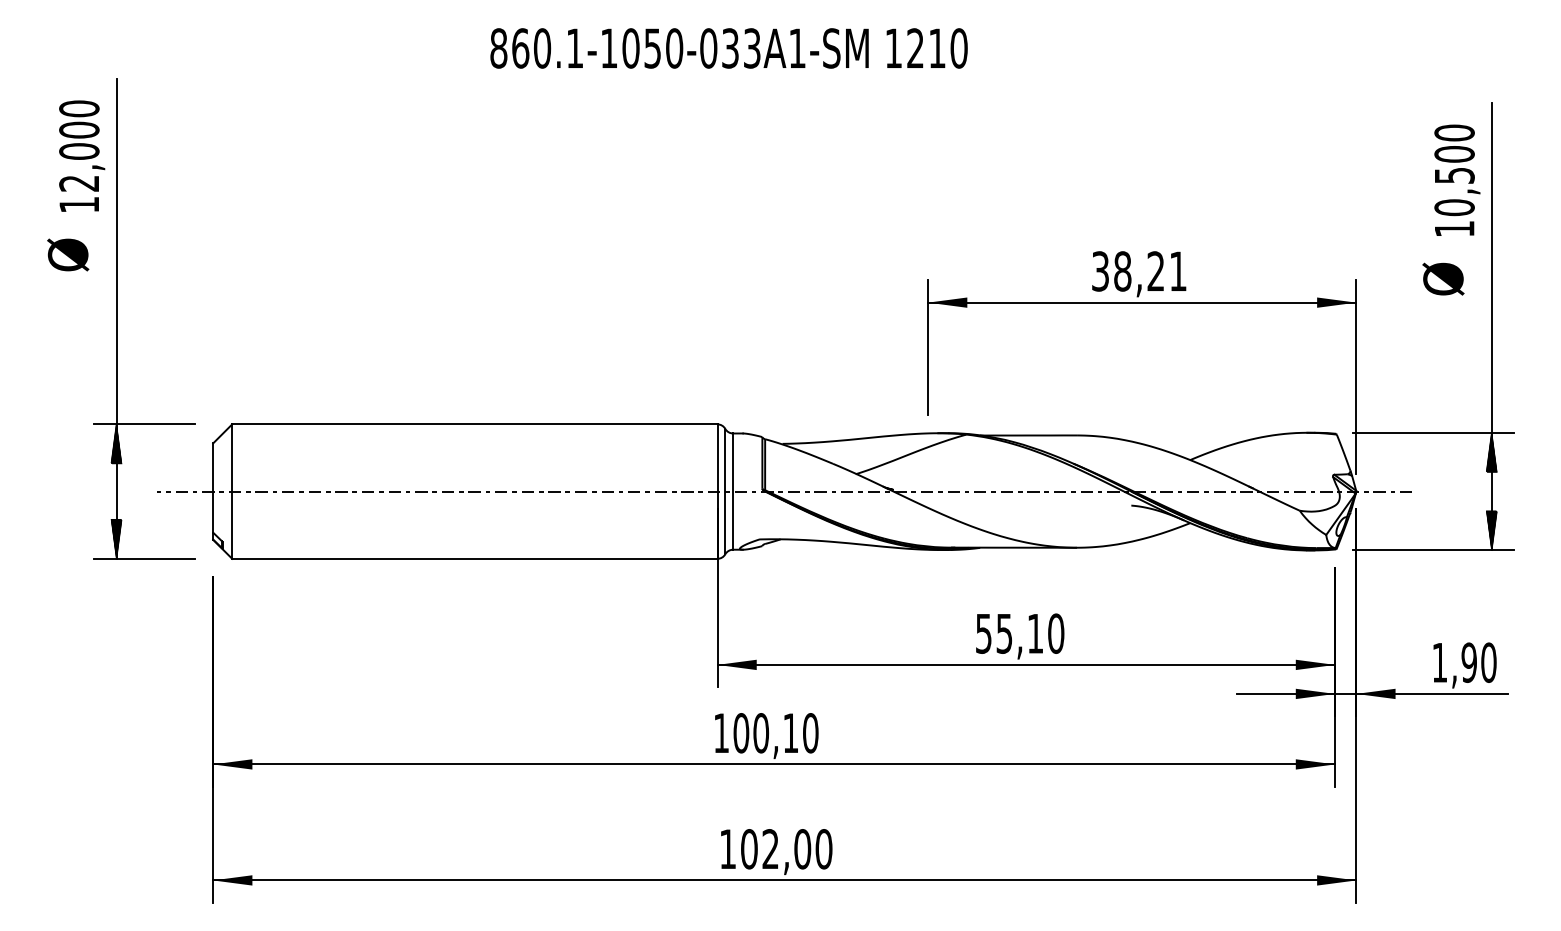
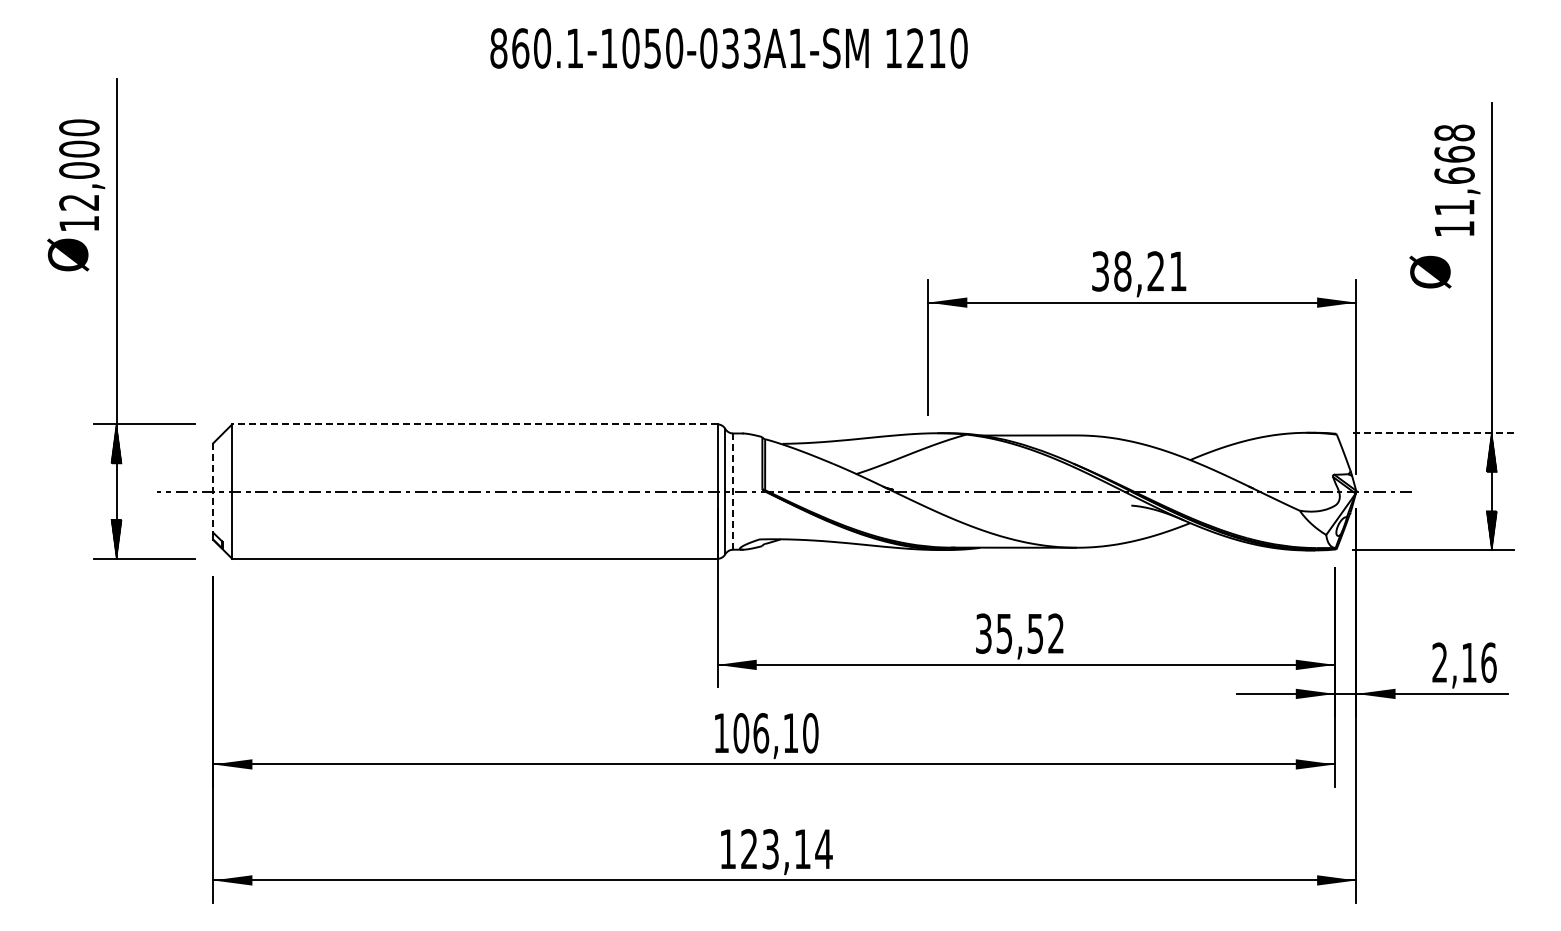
text at (82, 155) position: (82, 155) -> (82, 174)
text at (1454, 170): 10,500 -> 11,668
text at (1443, 278) position: (1443, 278) -> (1430, 271)
line at (474, 424): solid -> dashed
line at (1433, 432): solid -> dashed
line at (213, 488): solid -> dashed
line at (733, 492): solid -> dashed
text at (1020, 633): 55,10 -> 35,52
text at (1464, 662): 1,90 -> 2,16
text at (761, 733): 100,10 -> 106,10
text at (786, 849): 102,00 -> 123,14
